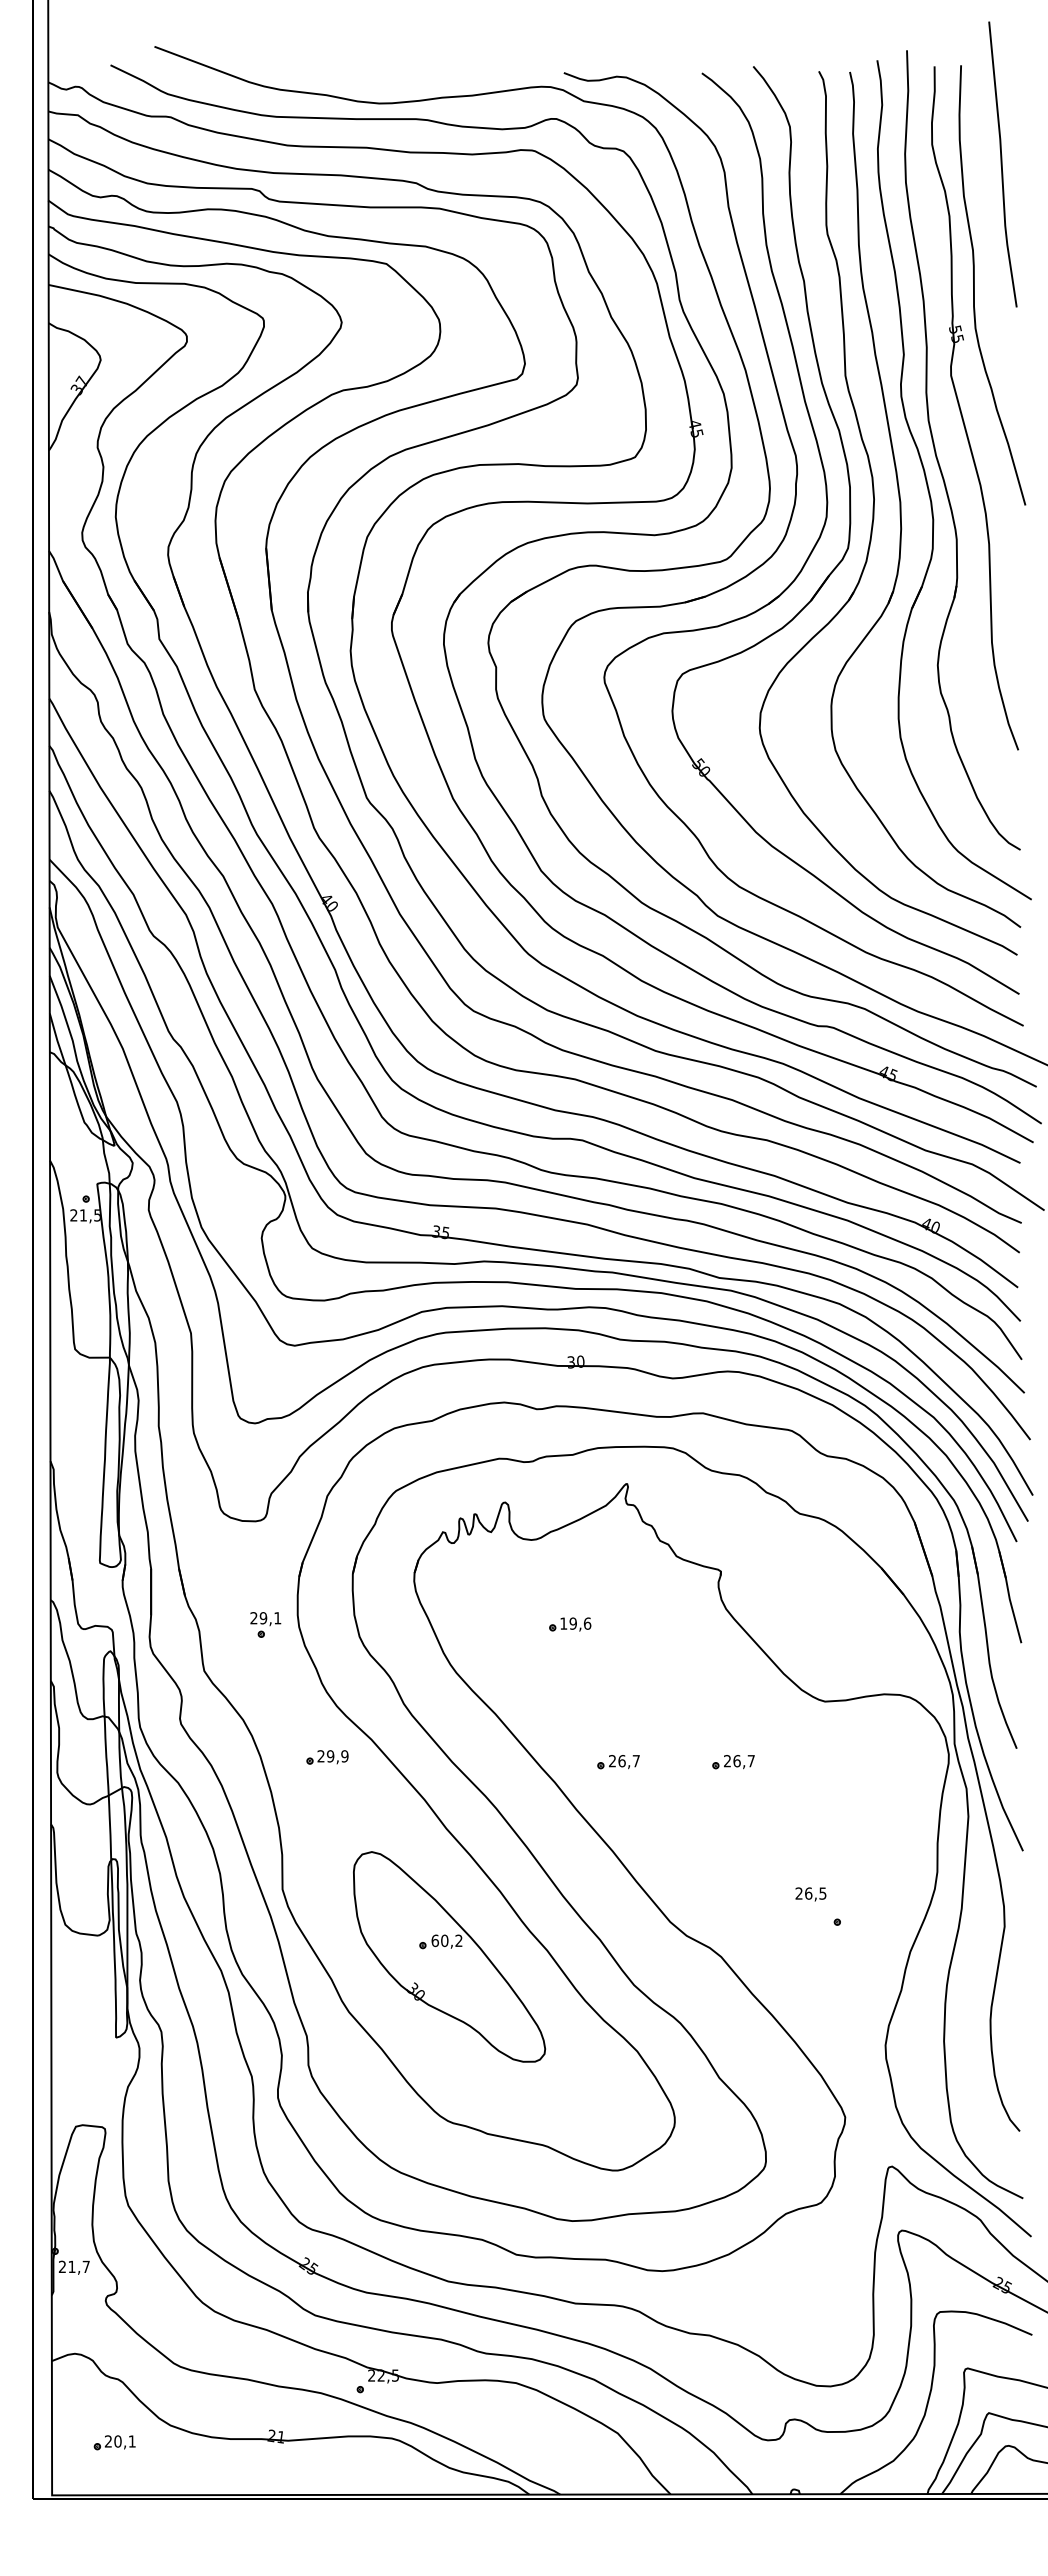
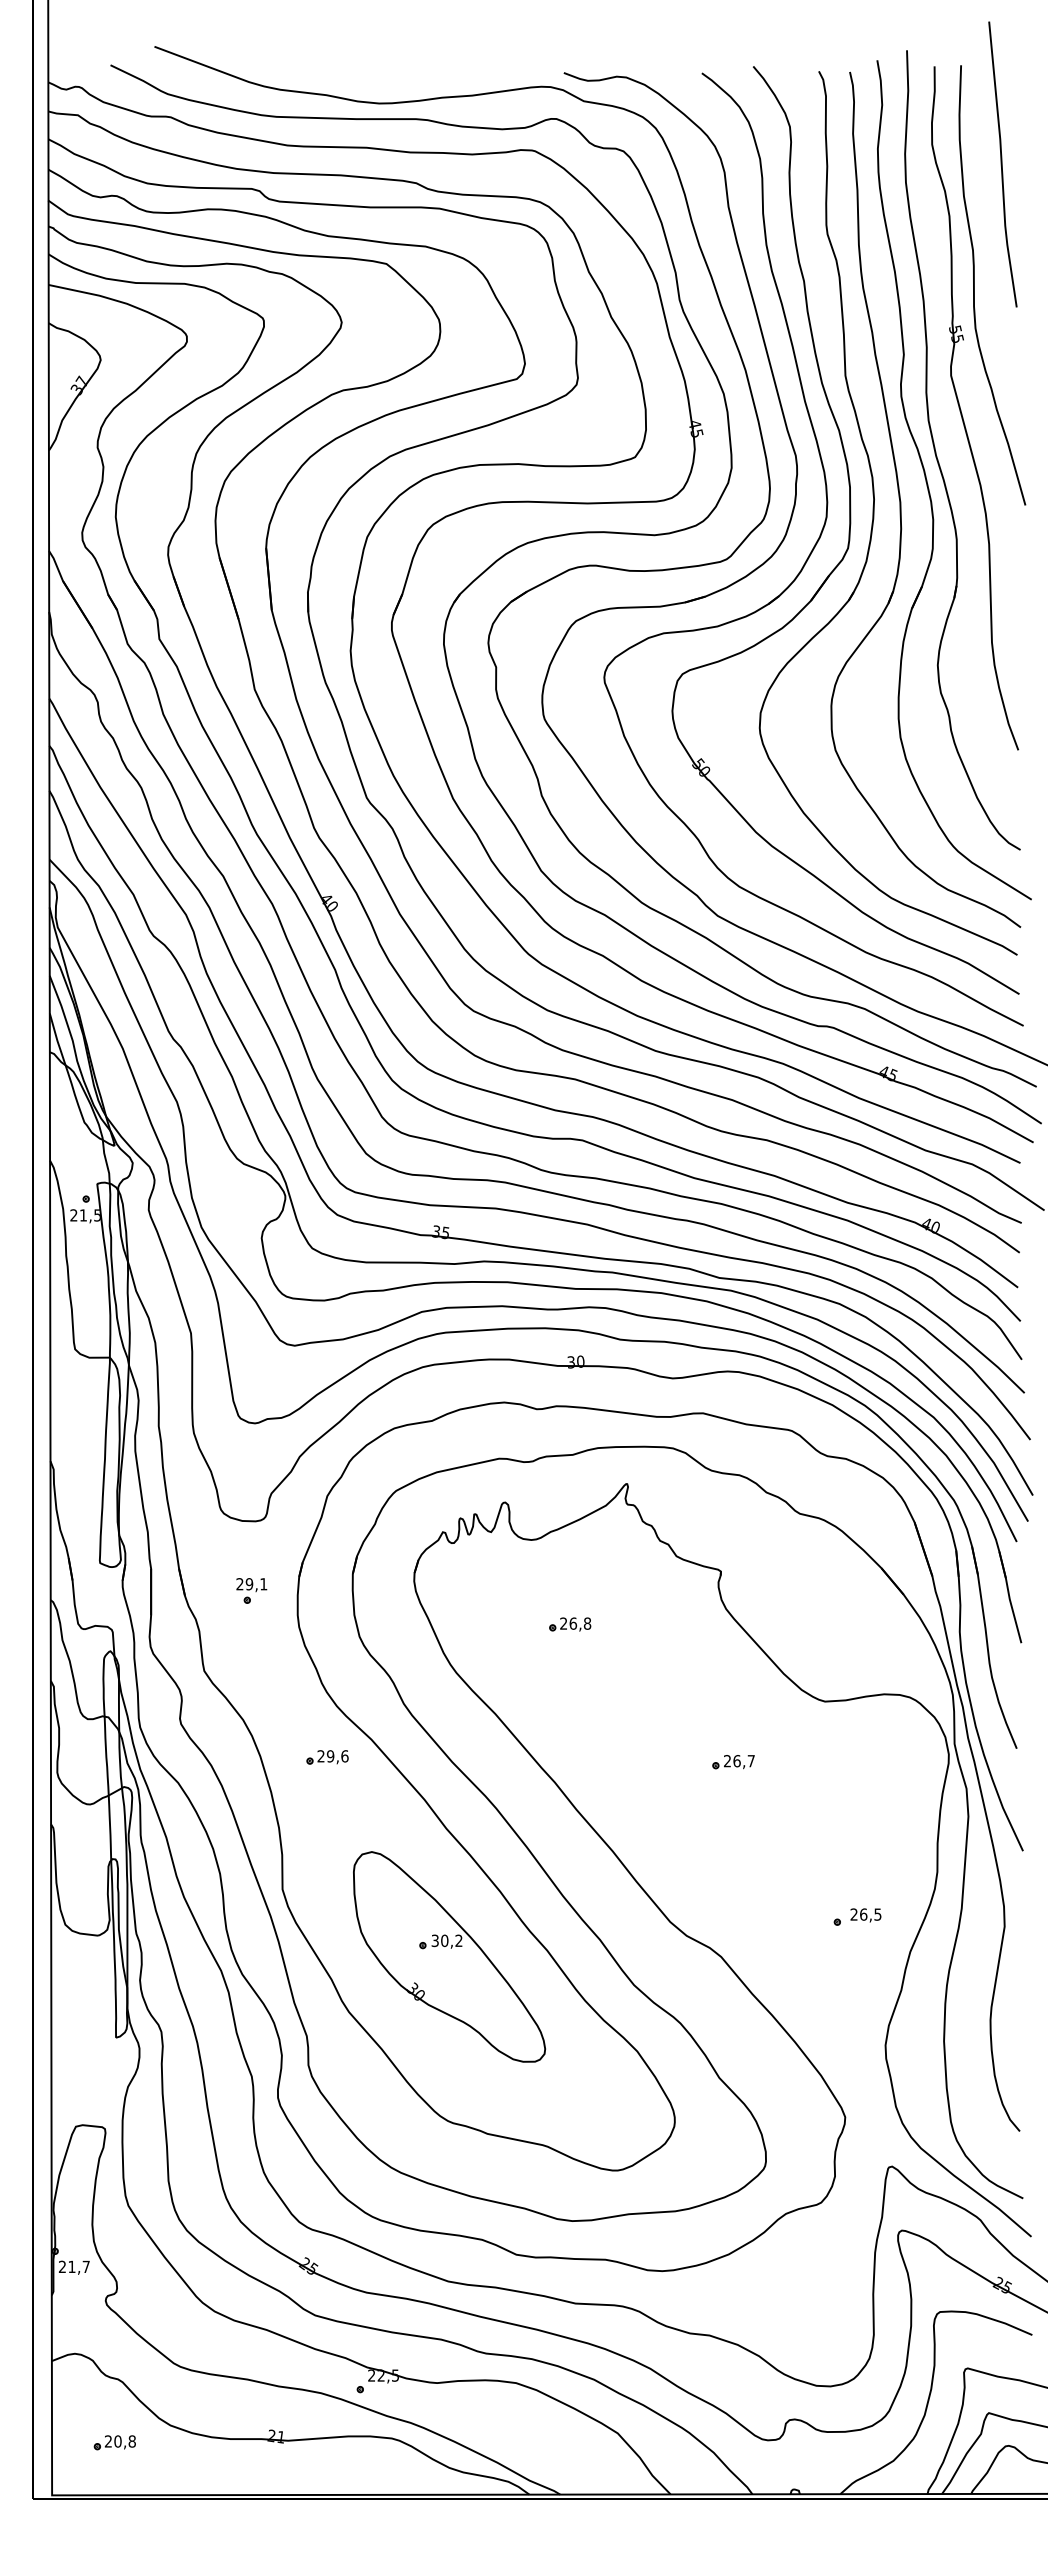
text at (575, 1623): 19,6 -> 26,8
part at (265, 1624) position: (265, 1624) -> (251, 1590)
text at (344, 1756): 29,9 -> 29,6
part at (618, 1762): present -> none
text at (810, 1894) position: (810, 1894) -> (865, 1915)
text at (434, 1940): 60,2 -> 30,2
text at (131, 2441): 20,1 -> 20,8
